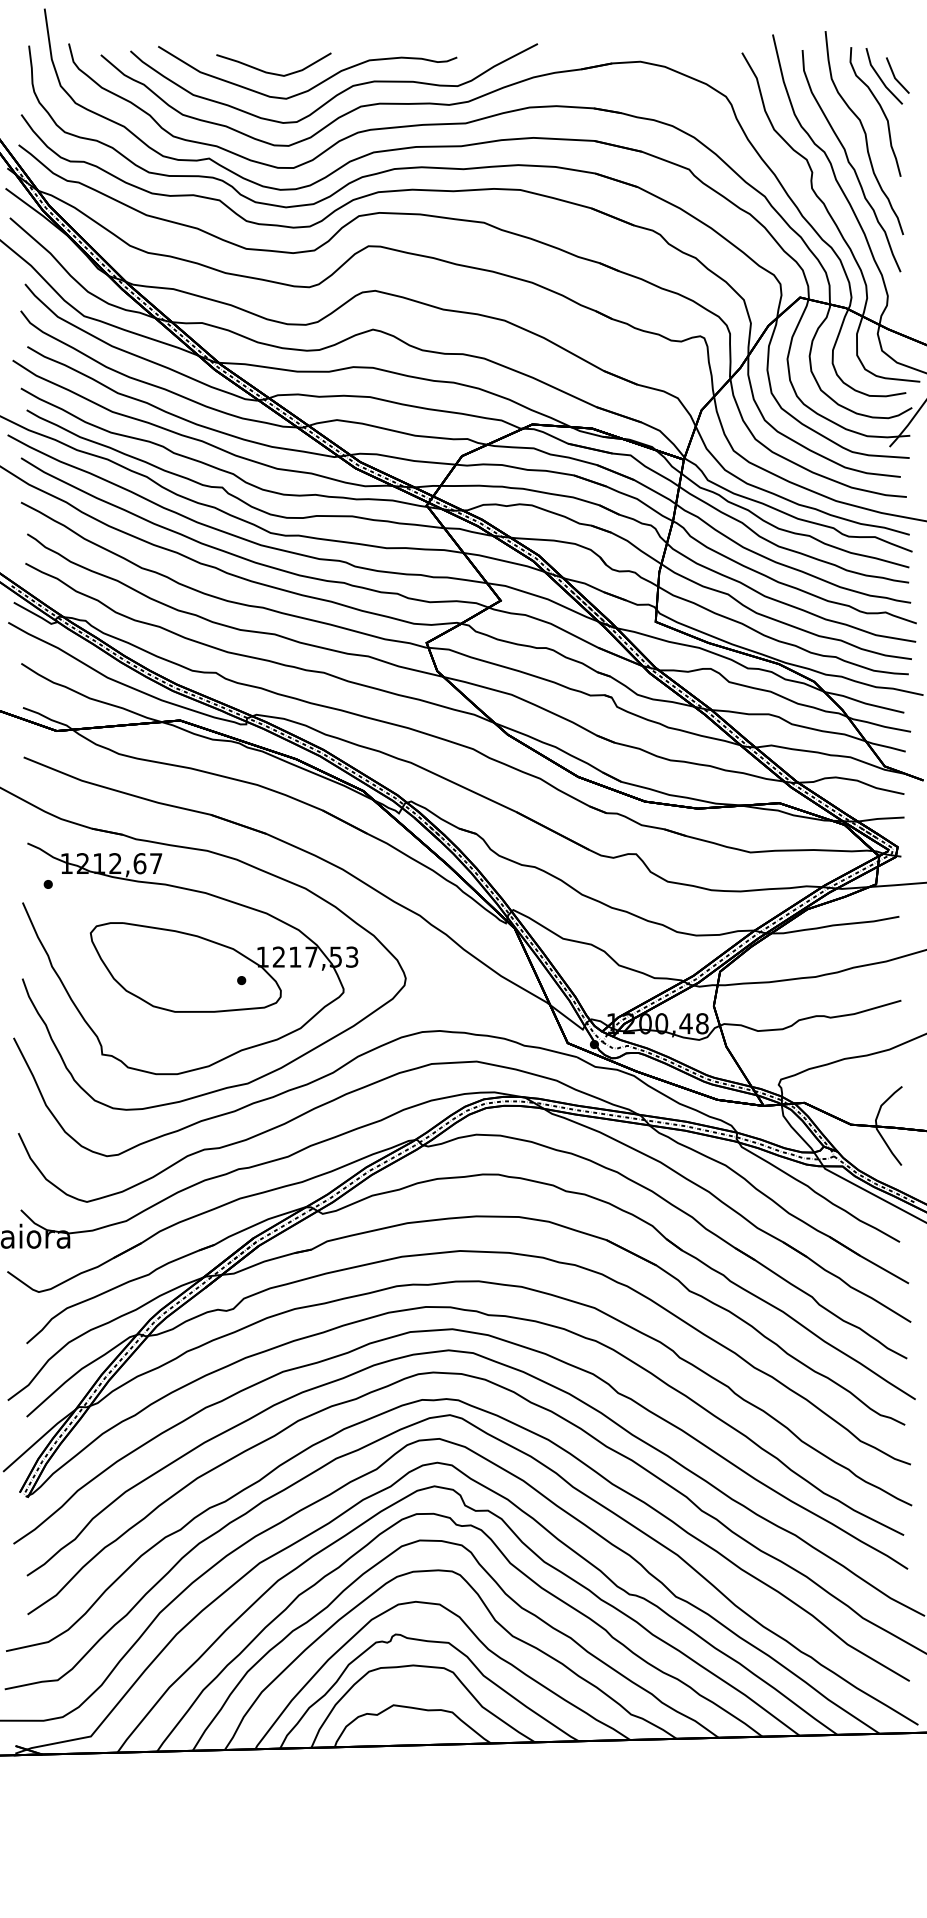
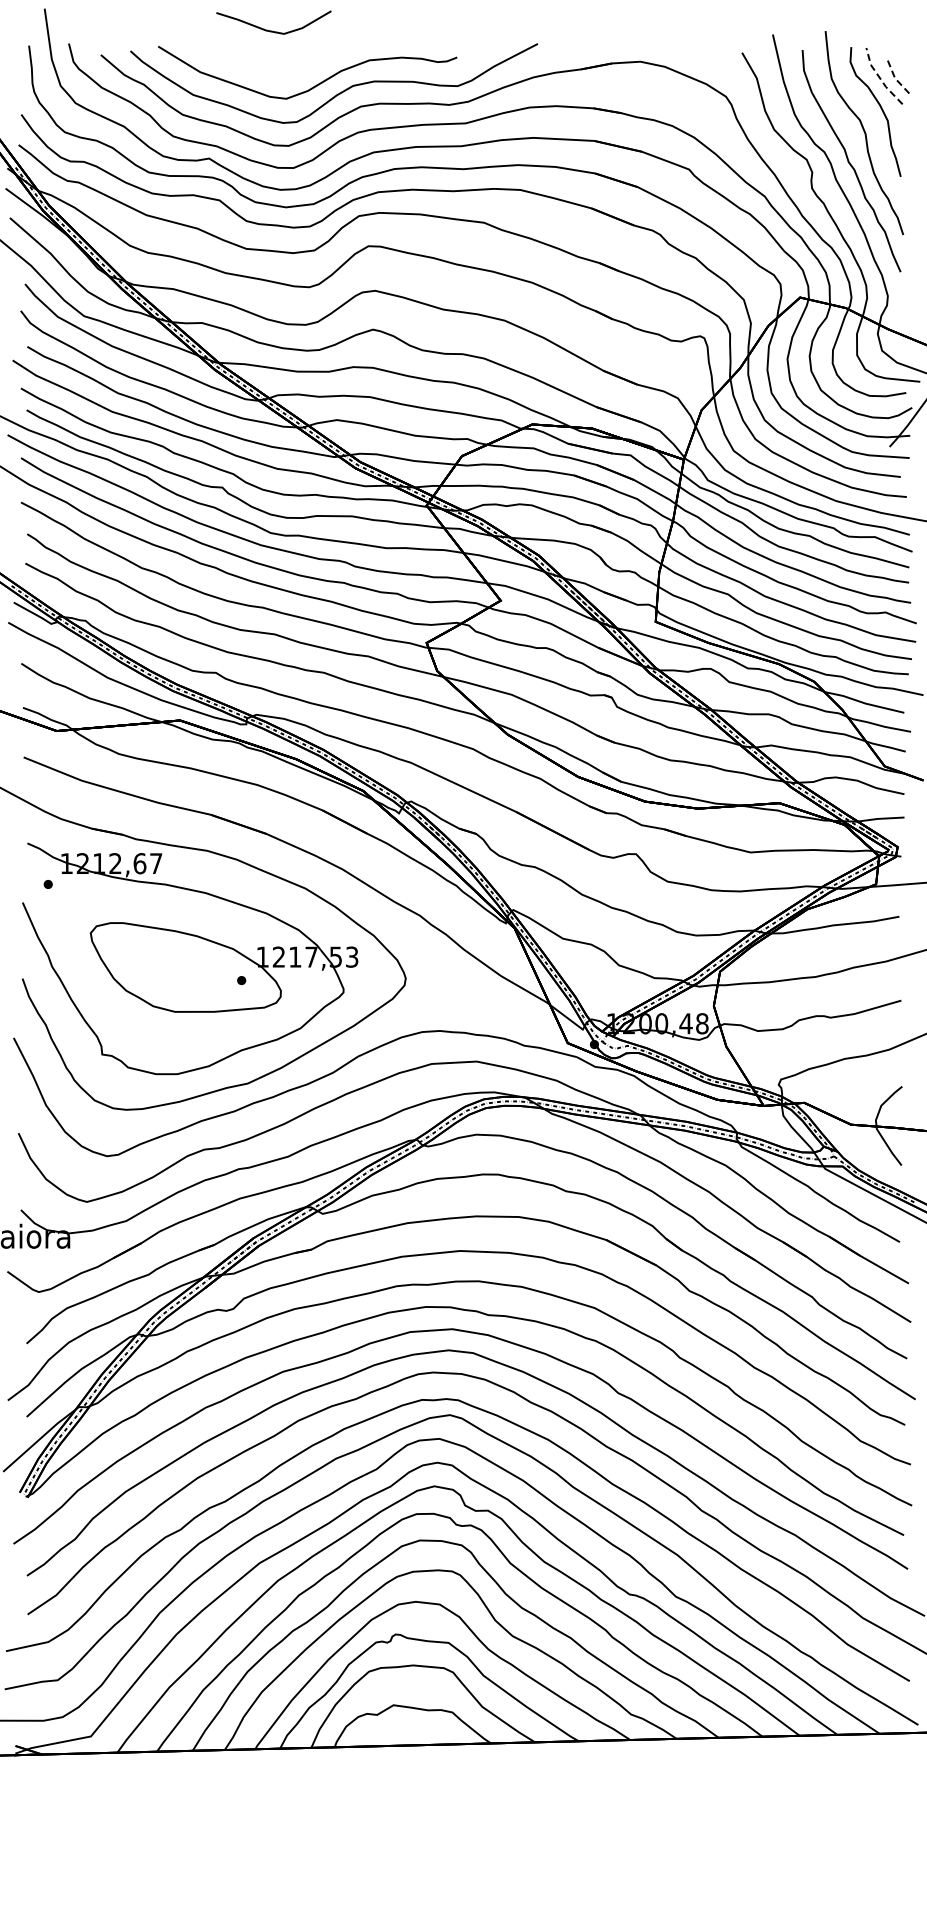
curve at (272, 72) position: (272, 72) -> (272, 30)
line at (894, 77): solid -> dashed
line at (879, 78): solid -> dashed
